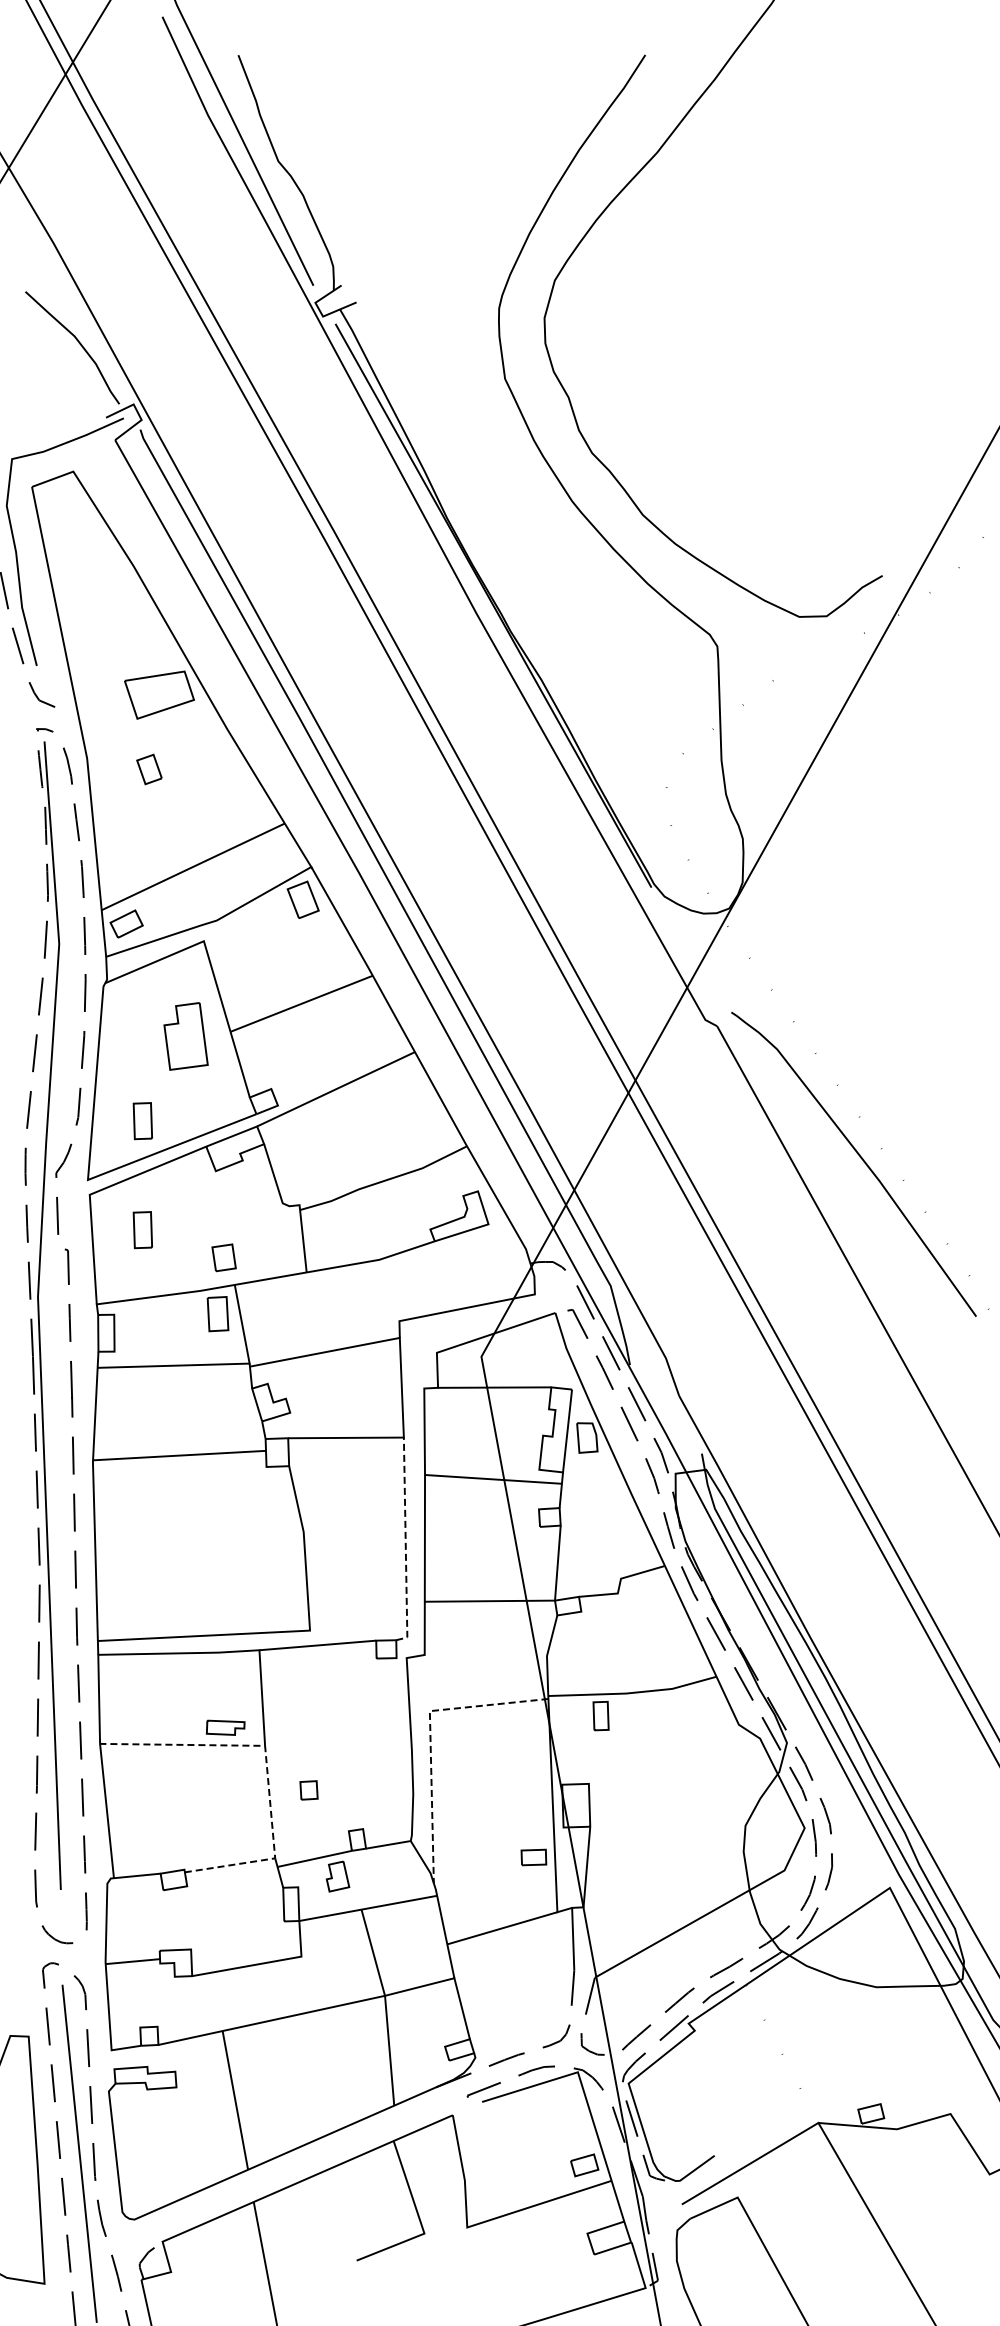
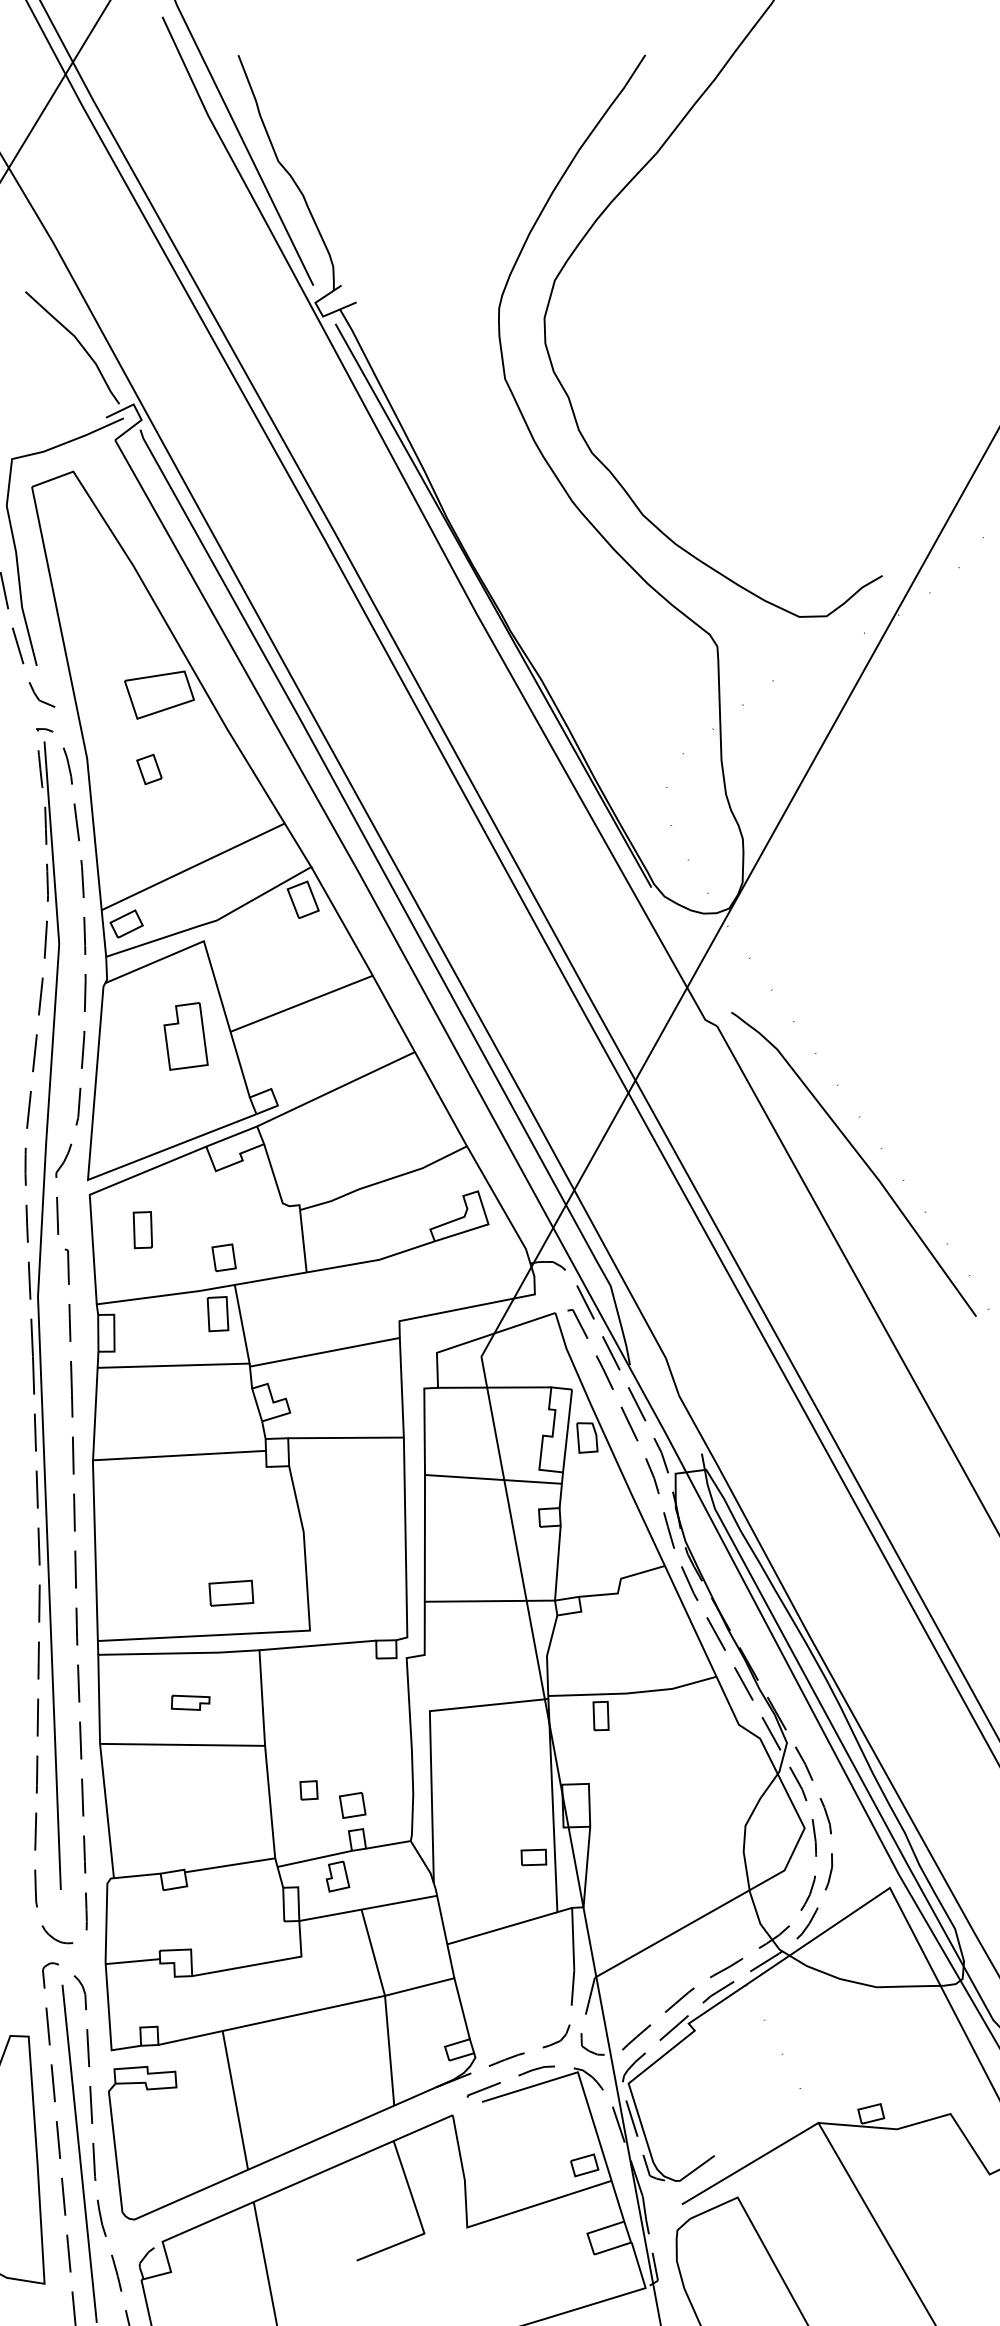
part at (142, 1121): present -> none
line at (405, 1543): dashed -> solid
part at (231, 1592): none -> present
part at (225, 1727) position: (225, 1727) -> (190, 1702)
line at (430, 1737): dashed -> solid
line at (266, 1764): dashed -> solid
part at (352, 1805): none -> present
